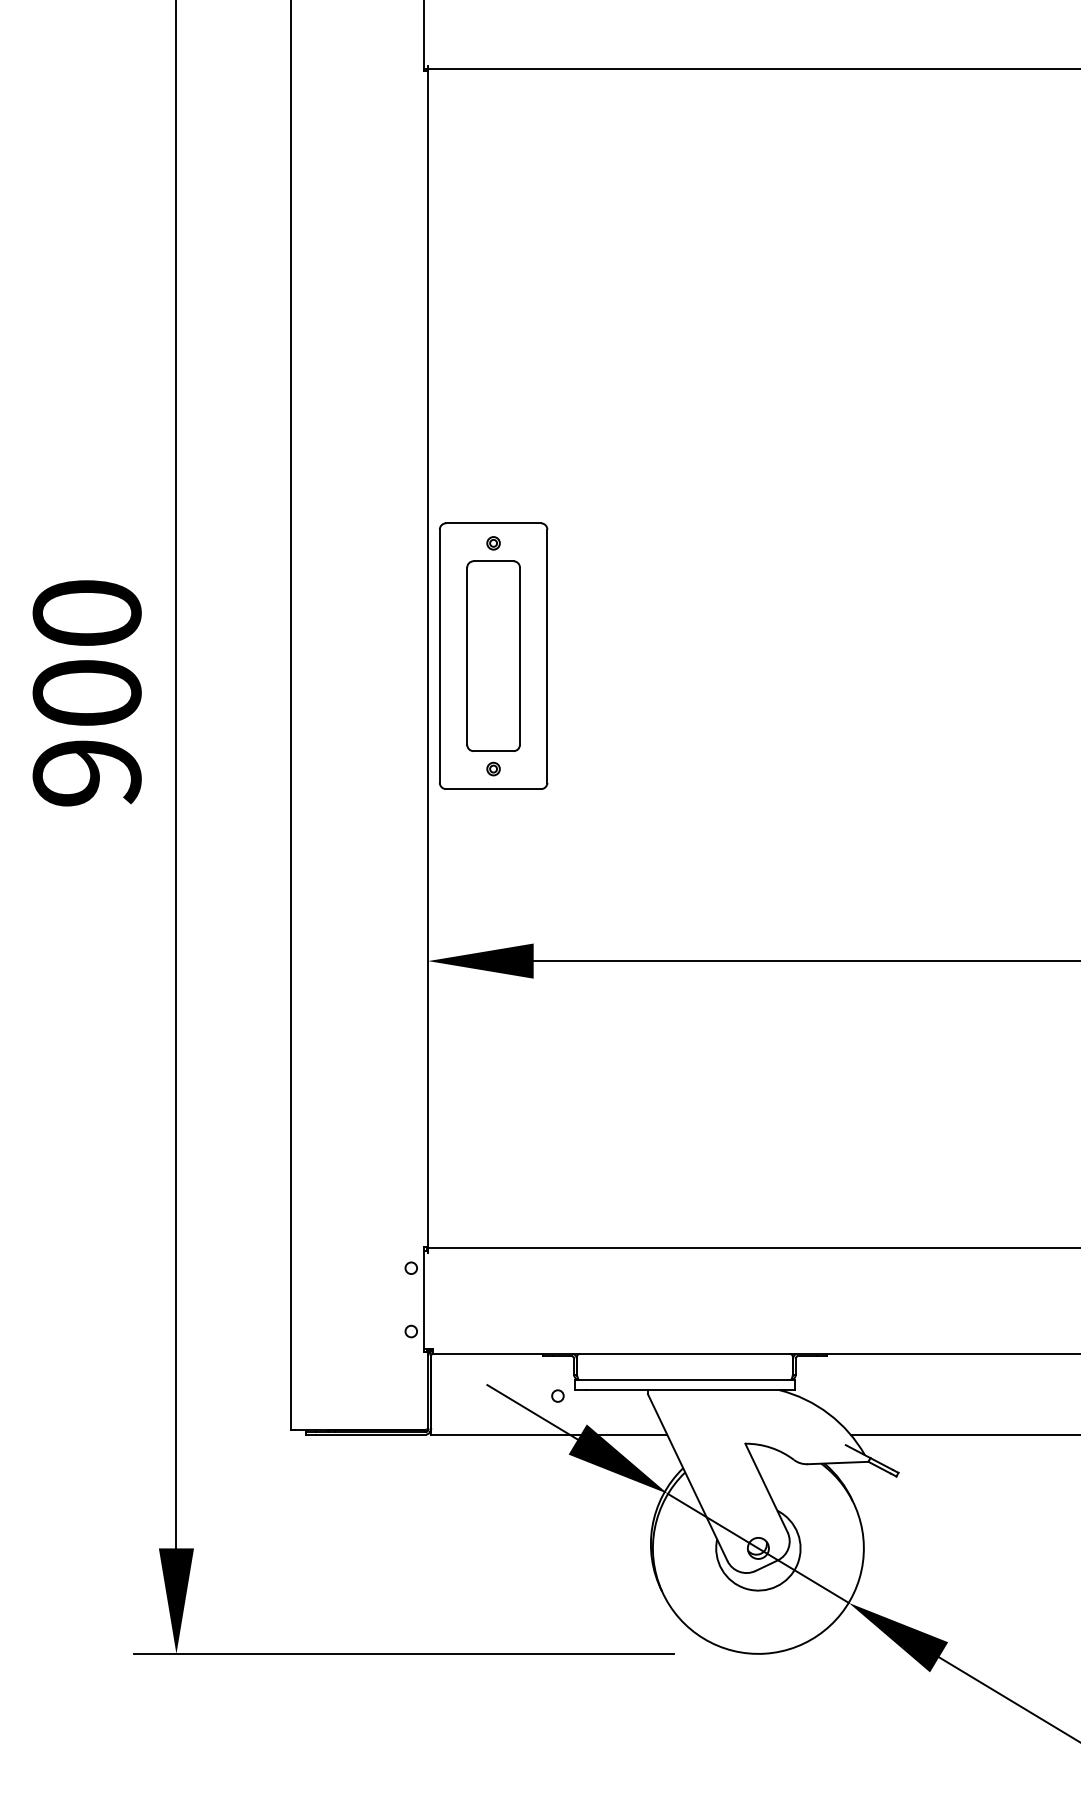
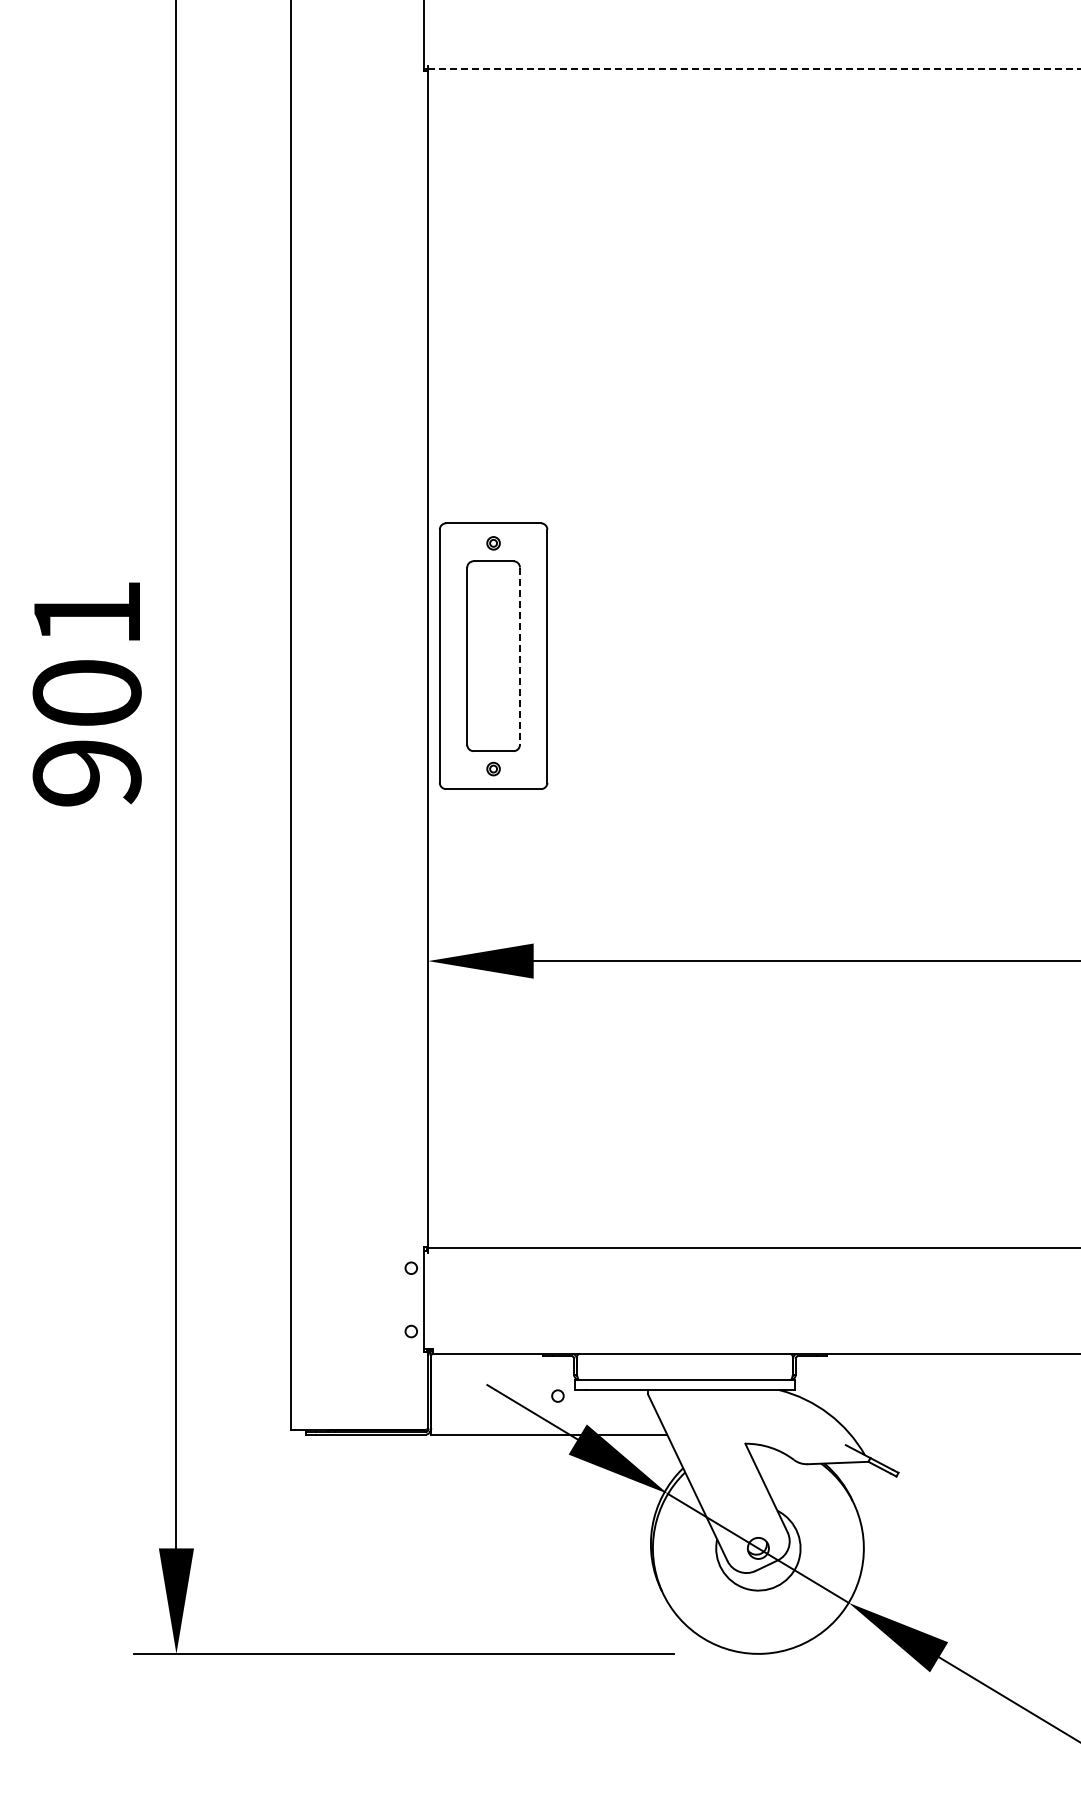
line at (754, 69): solid -> dashed
text at (86, 612): 900 -> 901
line at (519, 656): solid -> dashed
line at (963, 1434): present -> none
